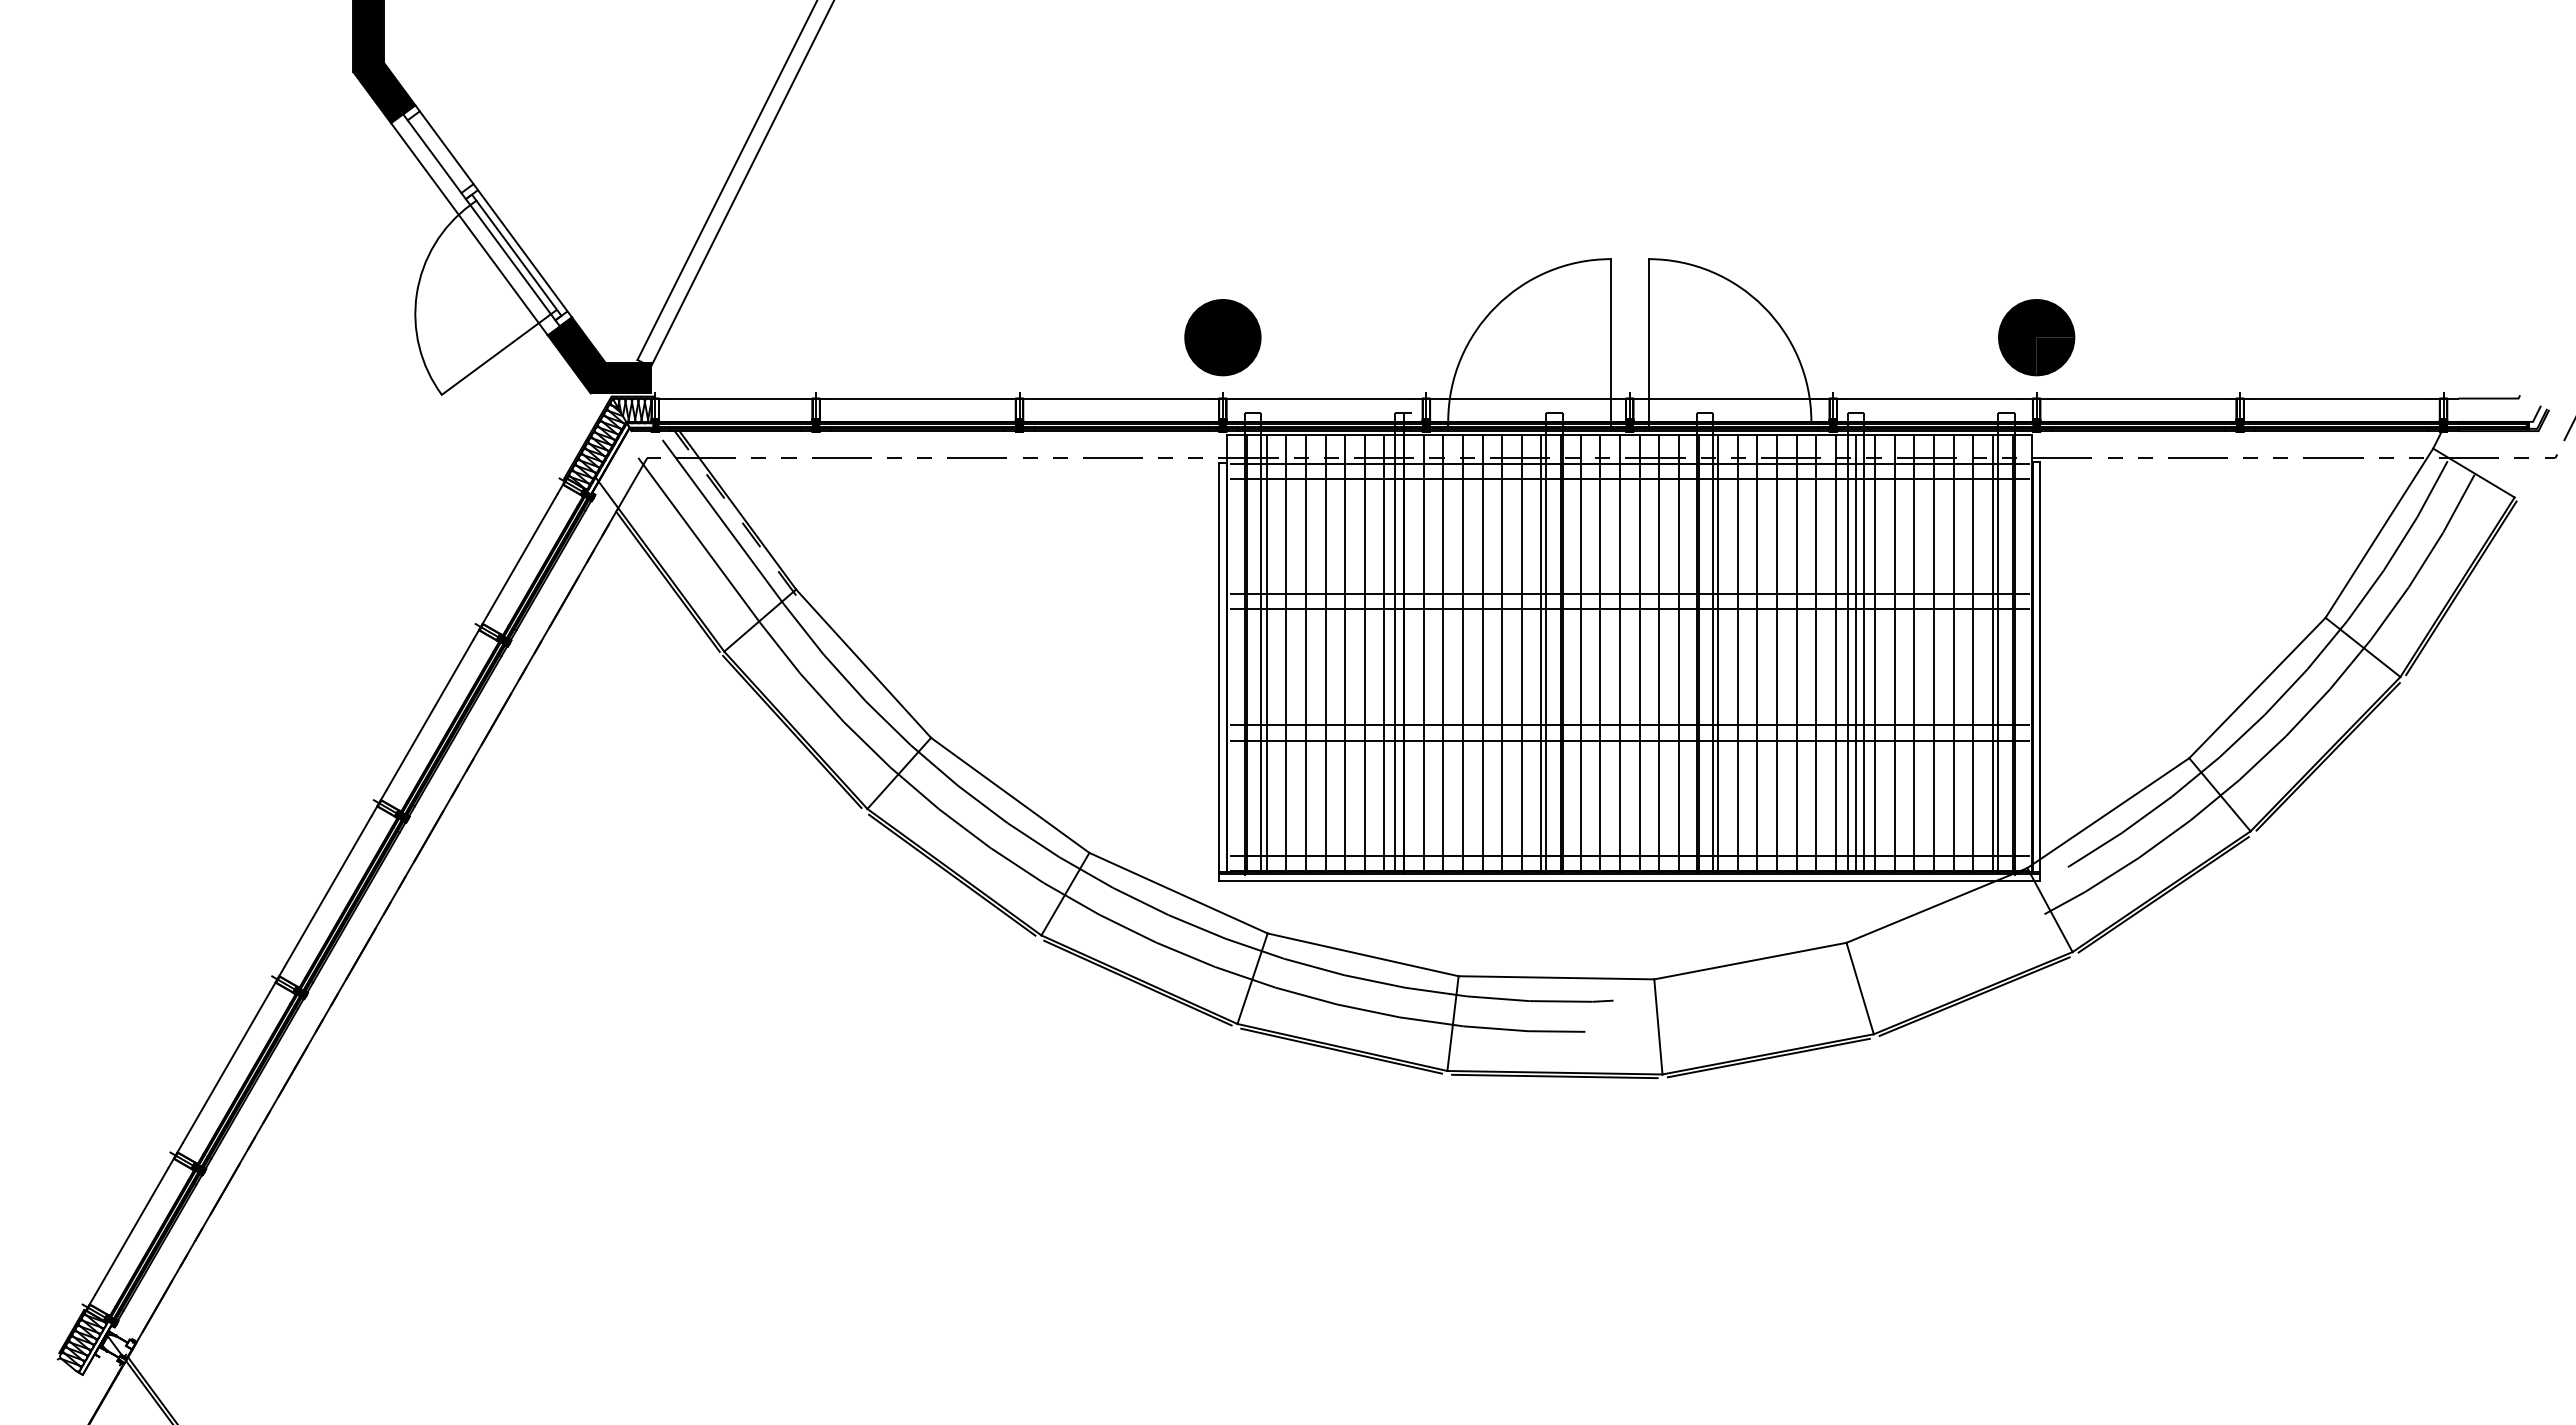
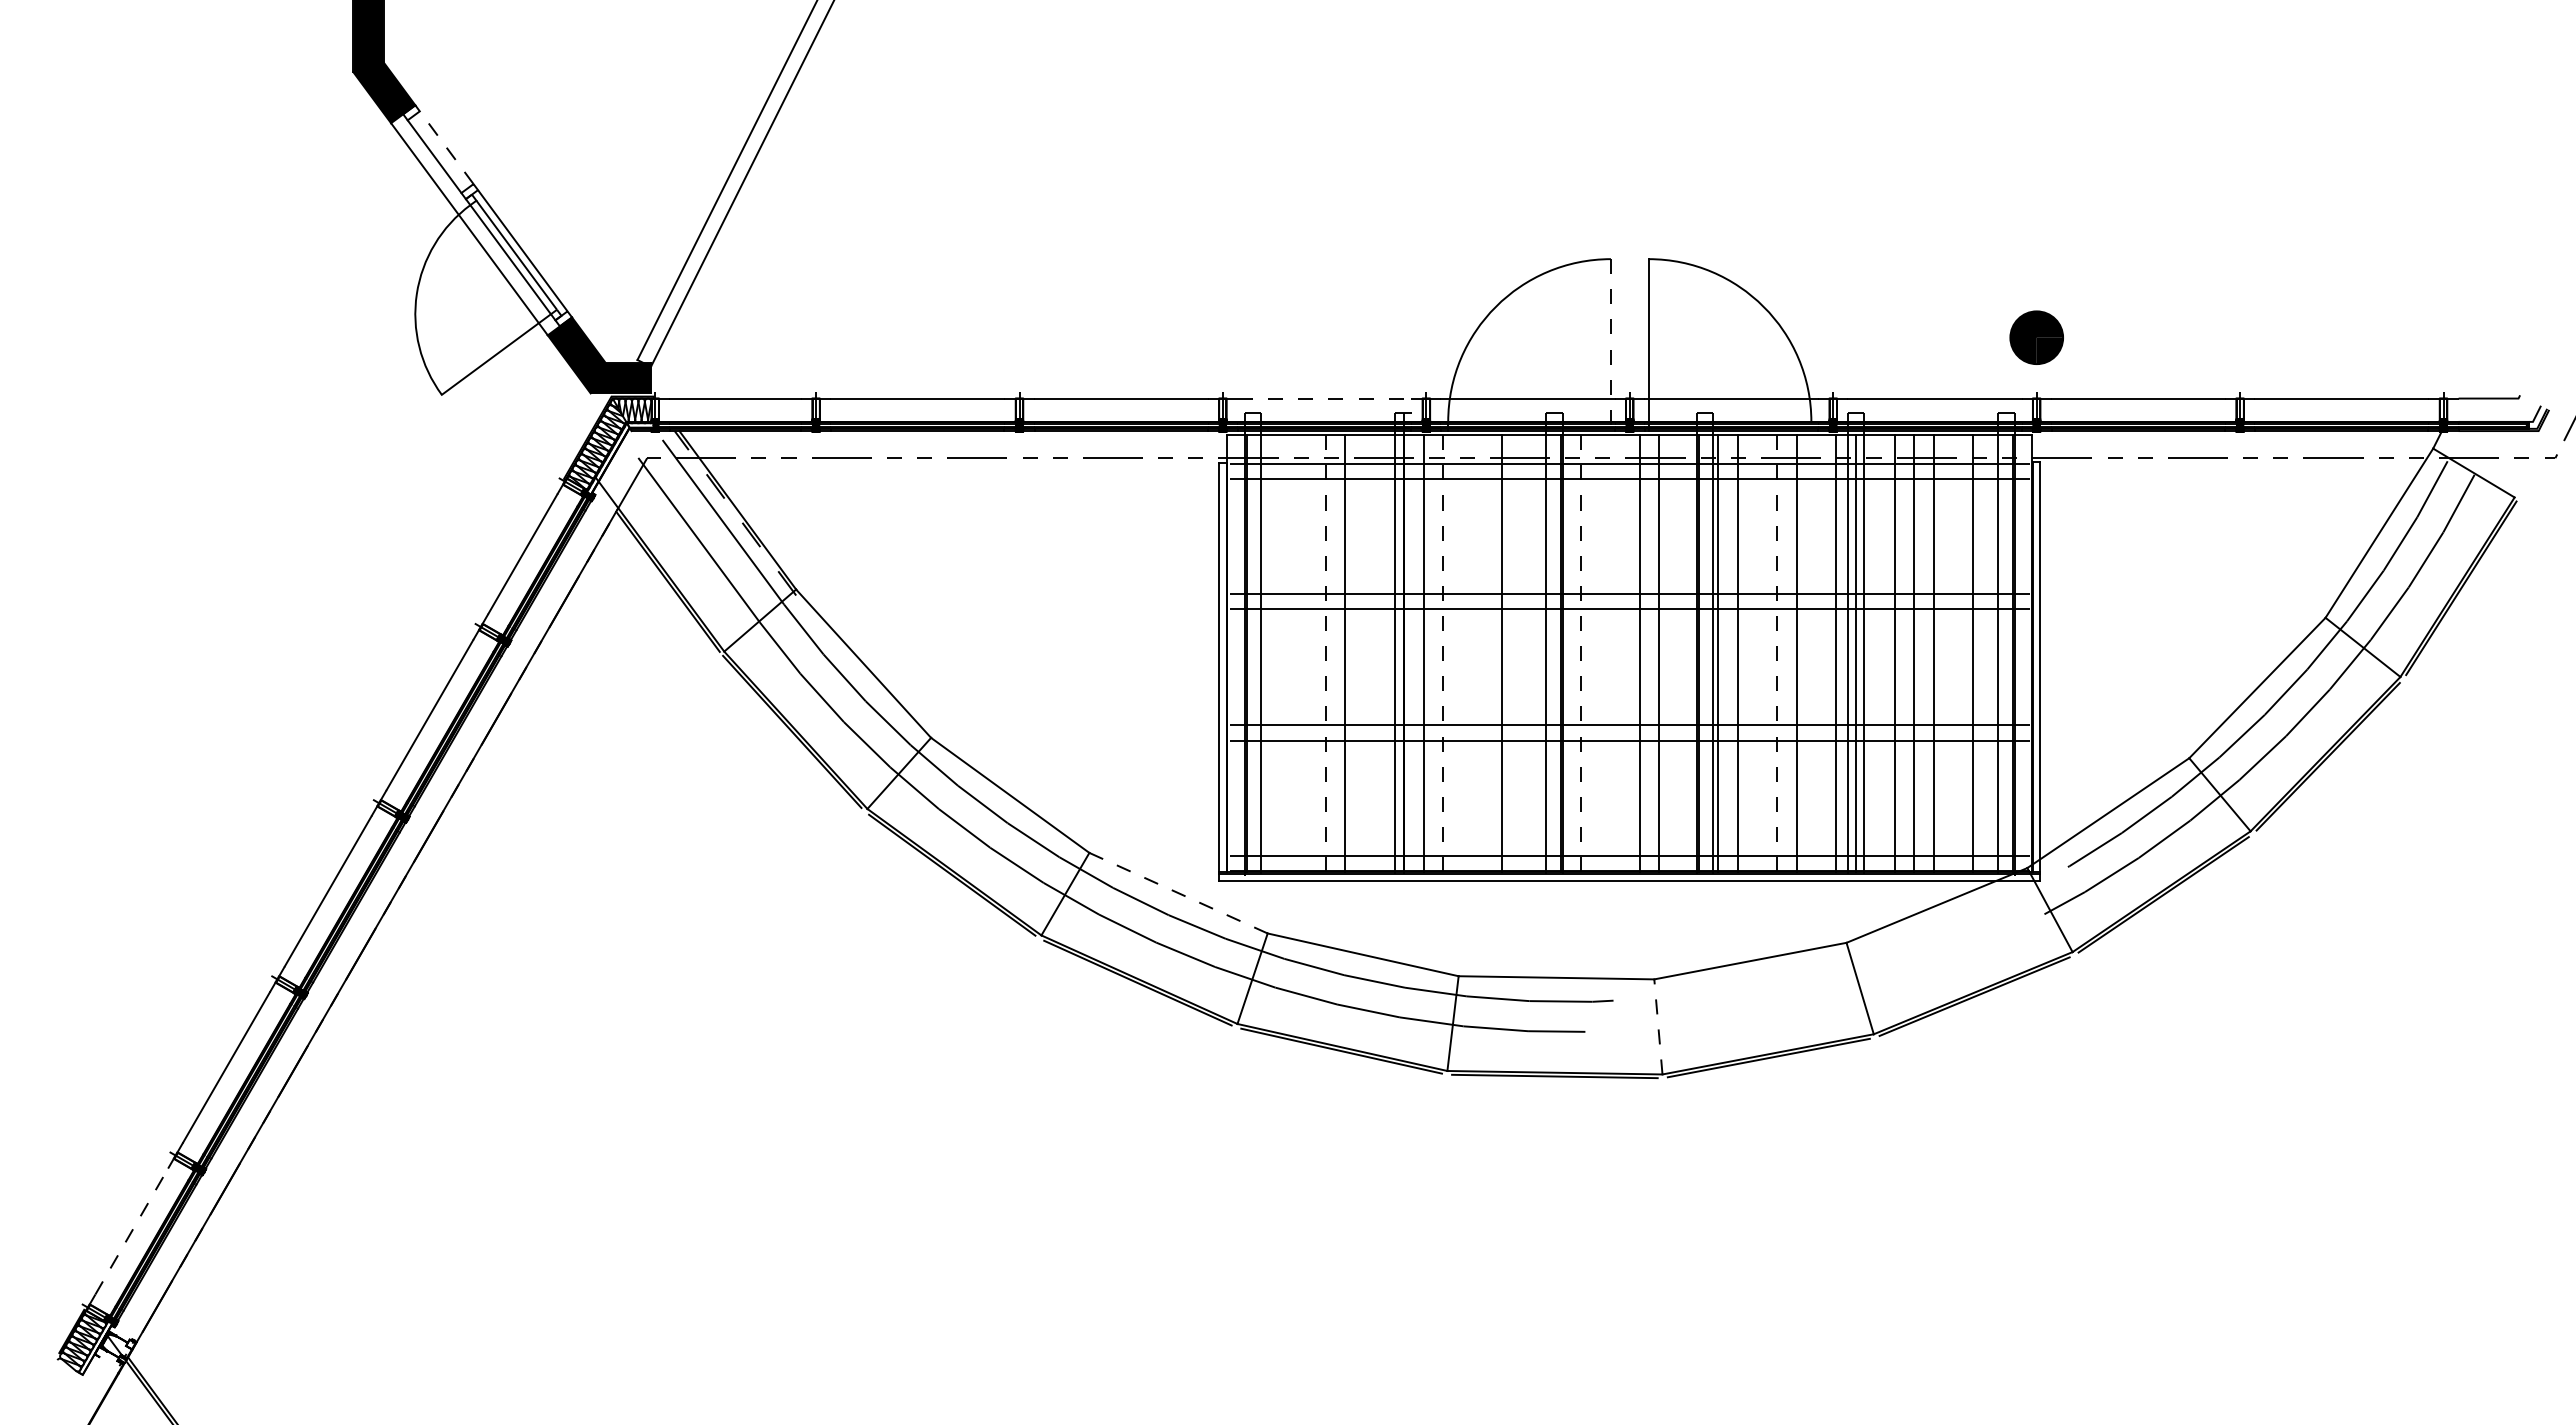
line at (446, 147): solid -> dashed
part at (1222, 337): present -> none
part at (2036, 337) size: 78x78 px -> 55x55 px
line at (1610, 345): solid -> dashed
line at (1324, 398): solid -> dashed
line at (1266, 653): present -> none
line at (1286, 653): present -> none
line at (1305, 653): present -> none
line at (1325, 653): solid -> dashed
line at (1364, 653): present -> none
line at (1384, 653): present -> none
line at (1443, 653): solid -> dashed
line at (1462, 653): present -> none
line at (1482, 653): present -> none
line at (1521, 653): present -> none
line at (1541, 653): present -> none
line at (1580, 653): solid -> dashed
line at (1600, 653): present -> none
line at (1619, 653): present -> none
line at (1678, 653): present -> none
line at (1757, 653): present -> none
line at (1777, 653): solid -> dashed
line at (1816, 653): present -> none
line at (1875, 653): present -> none
line at (1953, 653): present -> none
line at (1992, 653): present -> none
line at (1178, 893): solid -> dashed
line at (1658, 1026): solid -> dashed
line at (131, 1231): solid -> dashed
